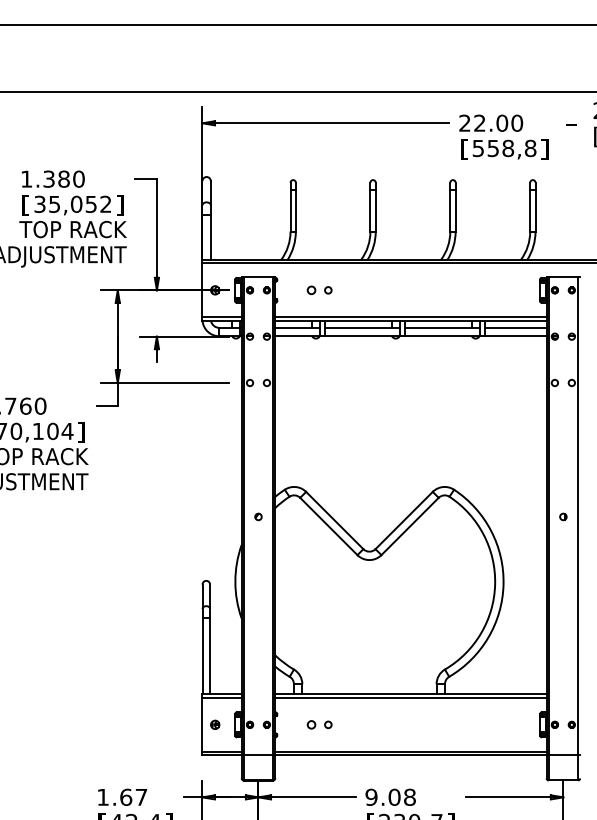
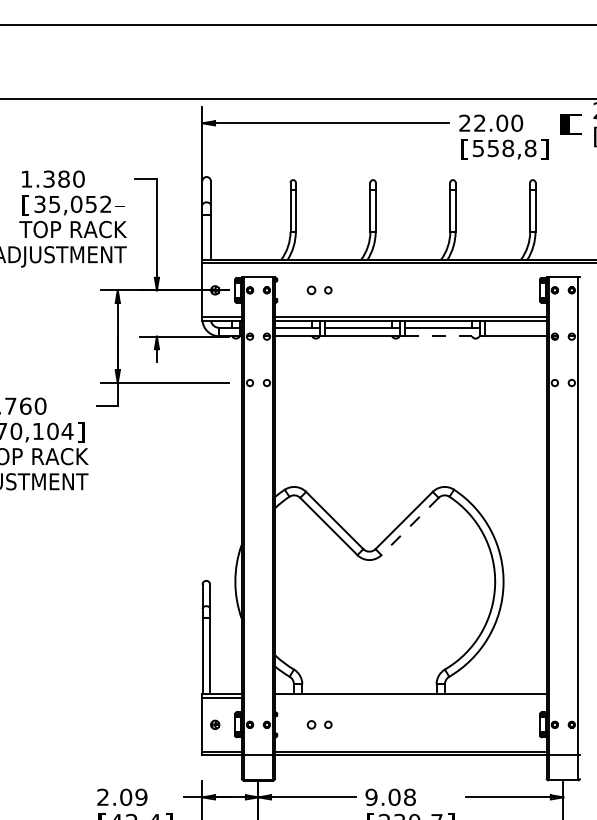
line at (297, 91) position: (297, 91) -> (297, 98)
text at (570, 124): - -> [
text at (119, 205): ] -> -
line at (515, 327): present -> none
line at (443, 336): solid -> dashed
part at (258, 516): present -> none
part at (563, 516): present -> none
line at (409, 526): solid -> dashed
line at (410, 697): present -> none
text at (122, 796): 1.67 -> 2.09
